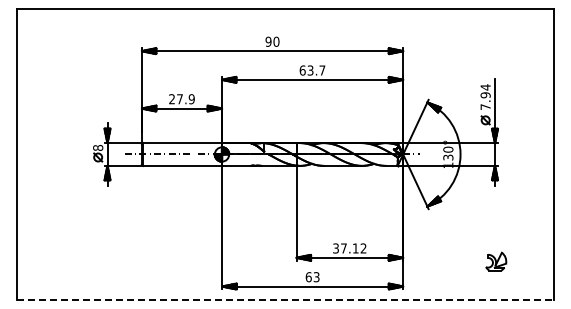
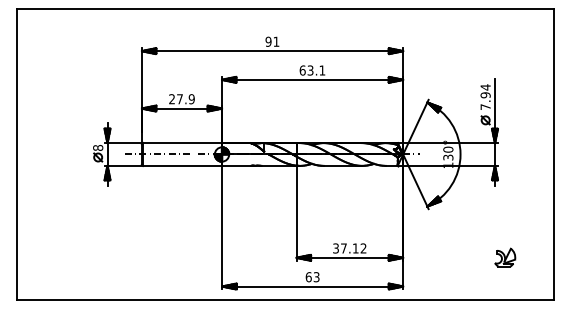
text at (276, 41): 90 -> 91
text at (322, 70): 63.7 -> 63.1
part at (496, 261) position: (496, 261) -> (505, 257)
line at (285, 299): dashed -> solid
